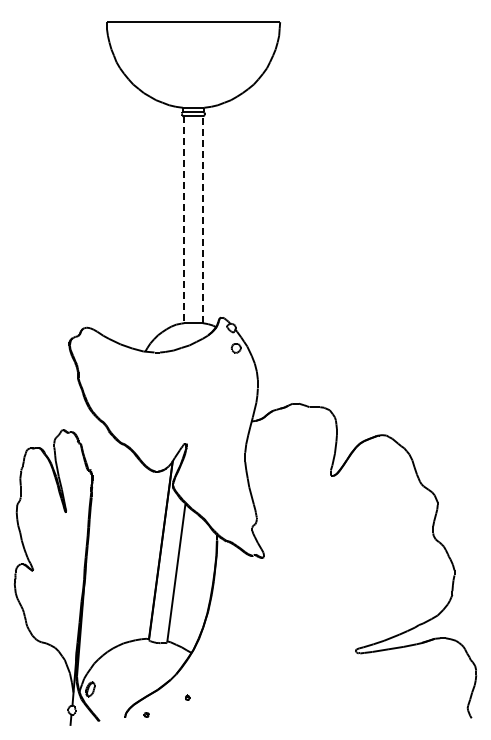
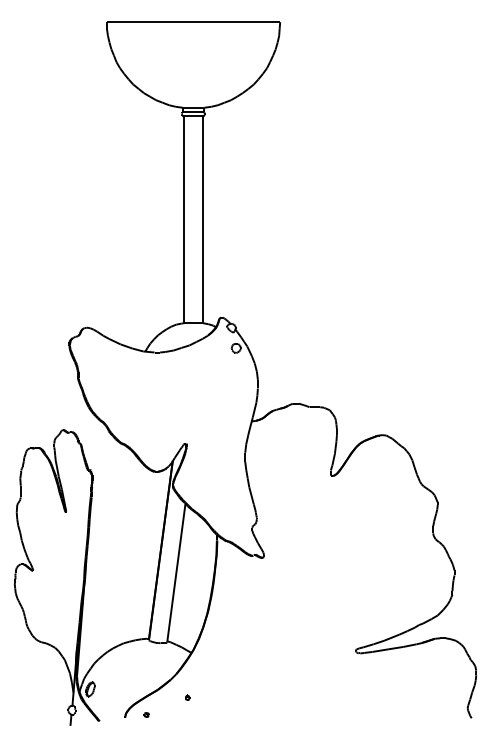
line at (202, 219): dashed -> solid
line at (184, 220): dashed -> solid
